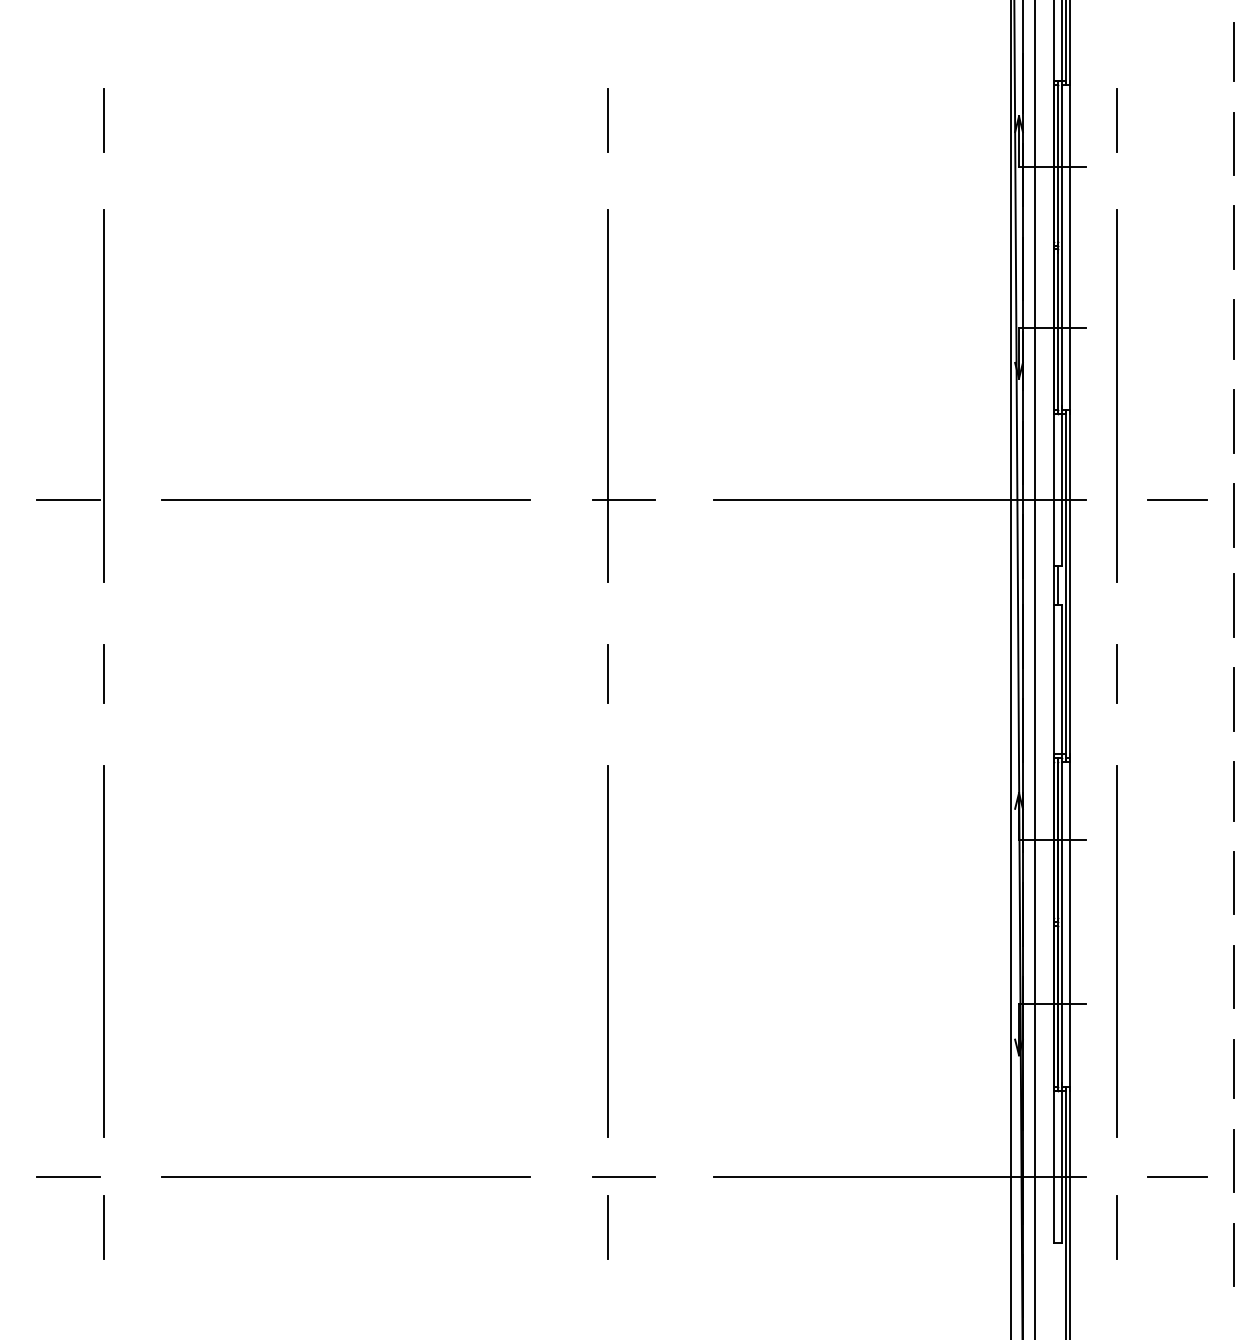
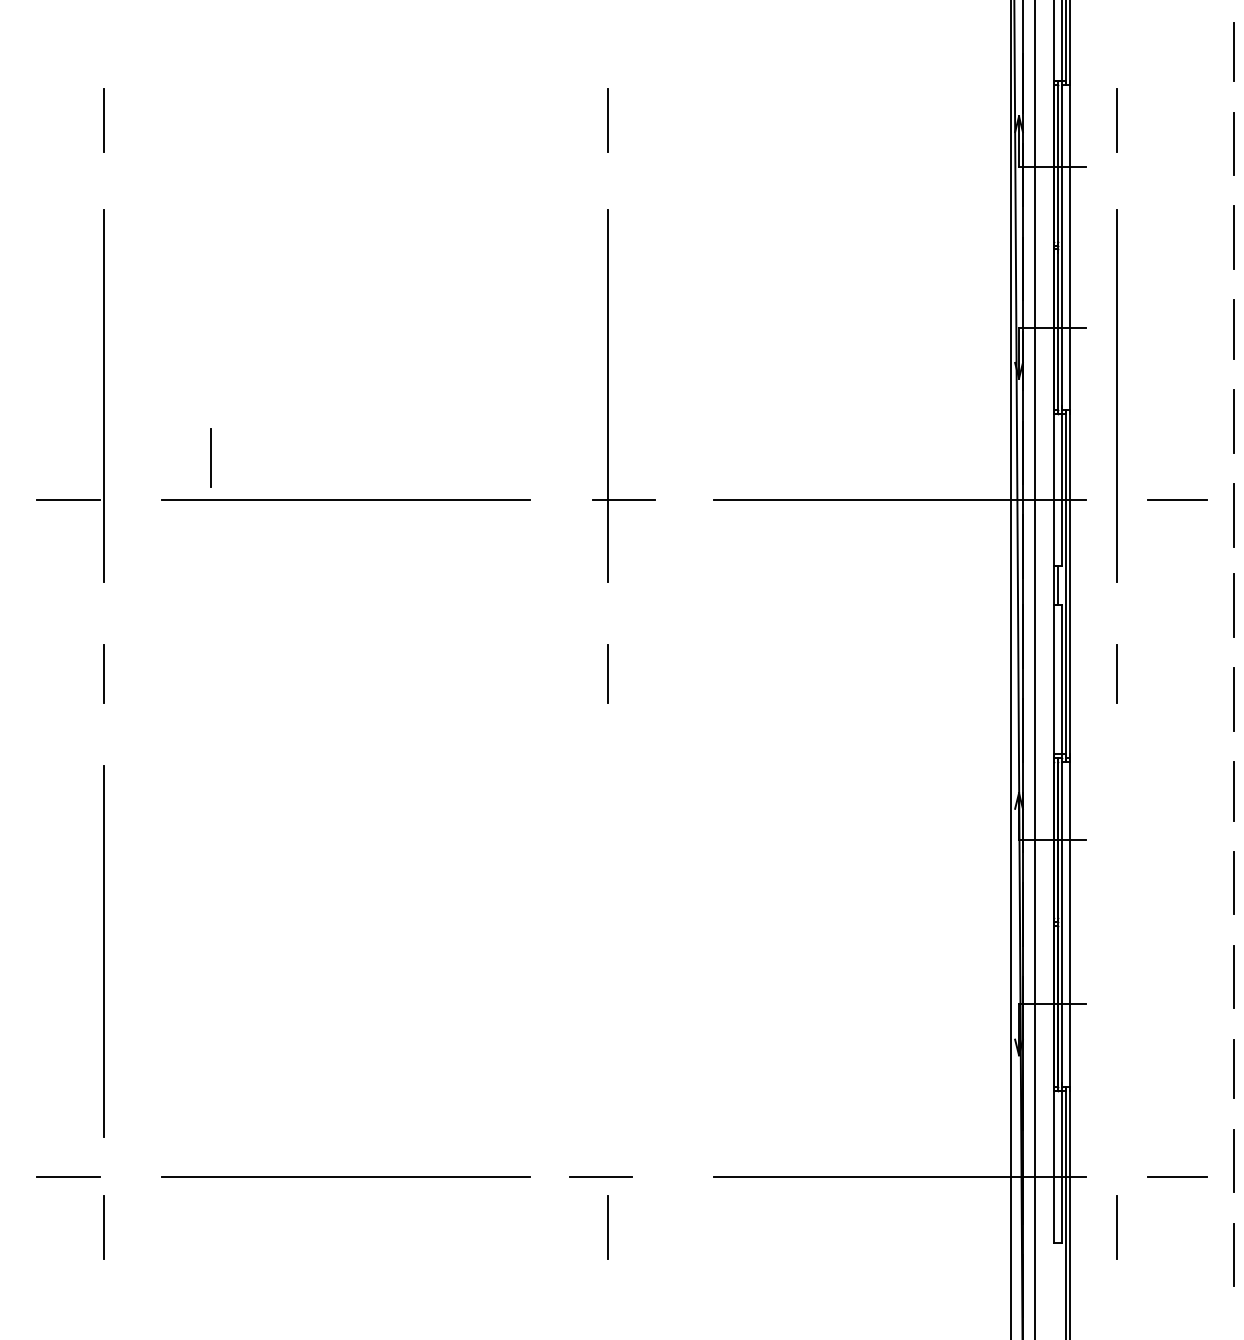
line at (210, 457): none -> present
line at (608, 951): present -> none
line at (1116, 951): present -> none
line at (623, 1176) position: (623, 1176) -> (600, 1176)
